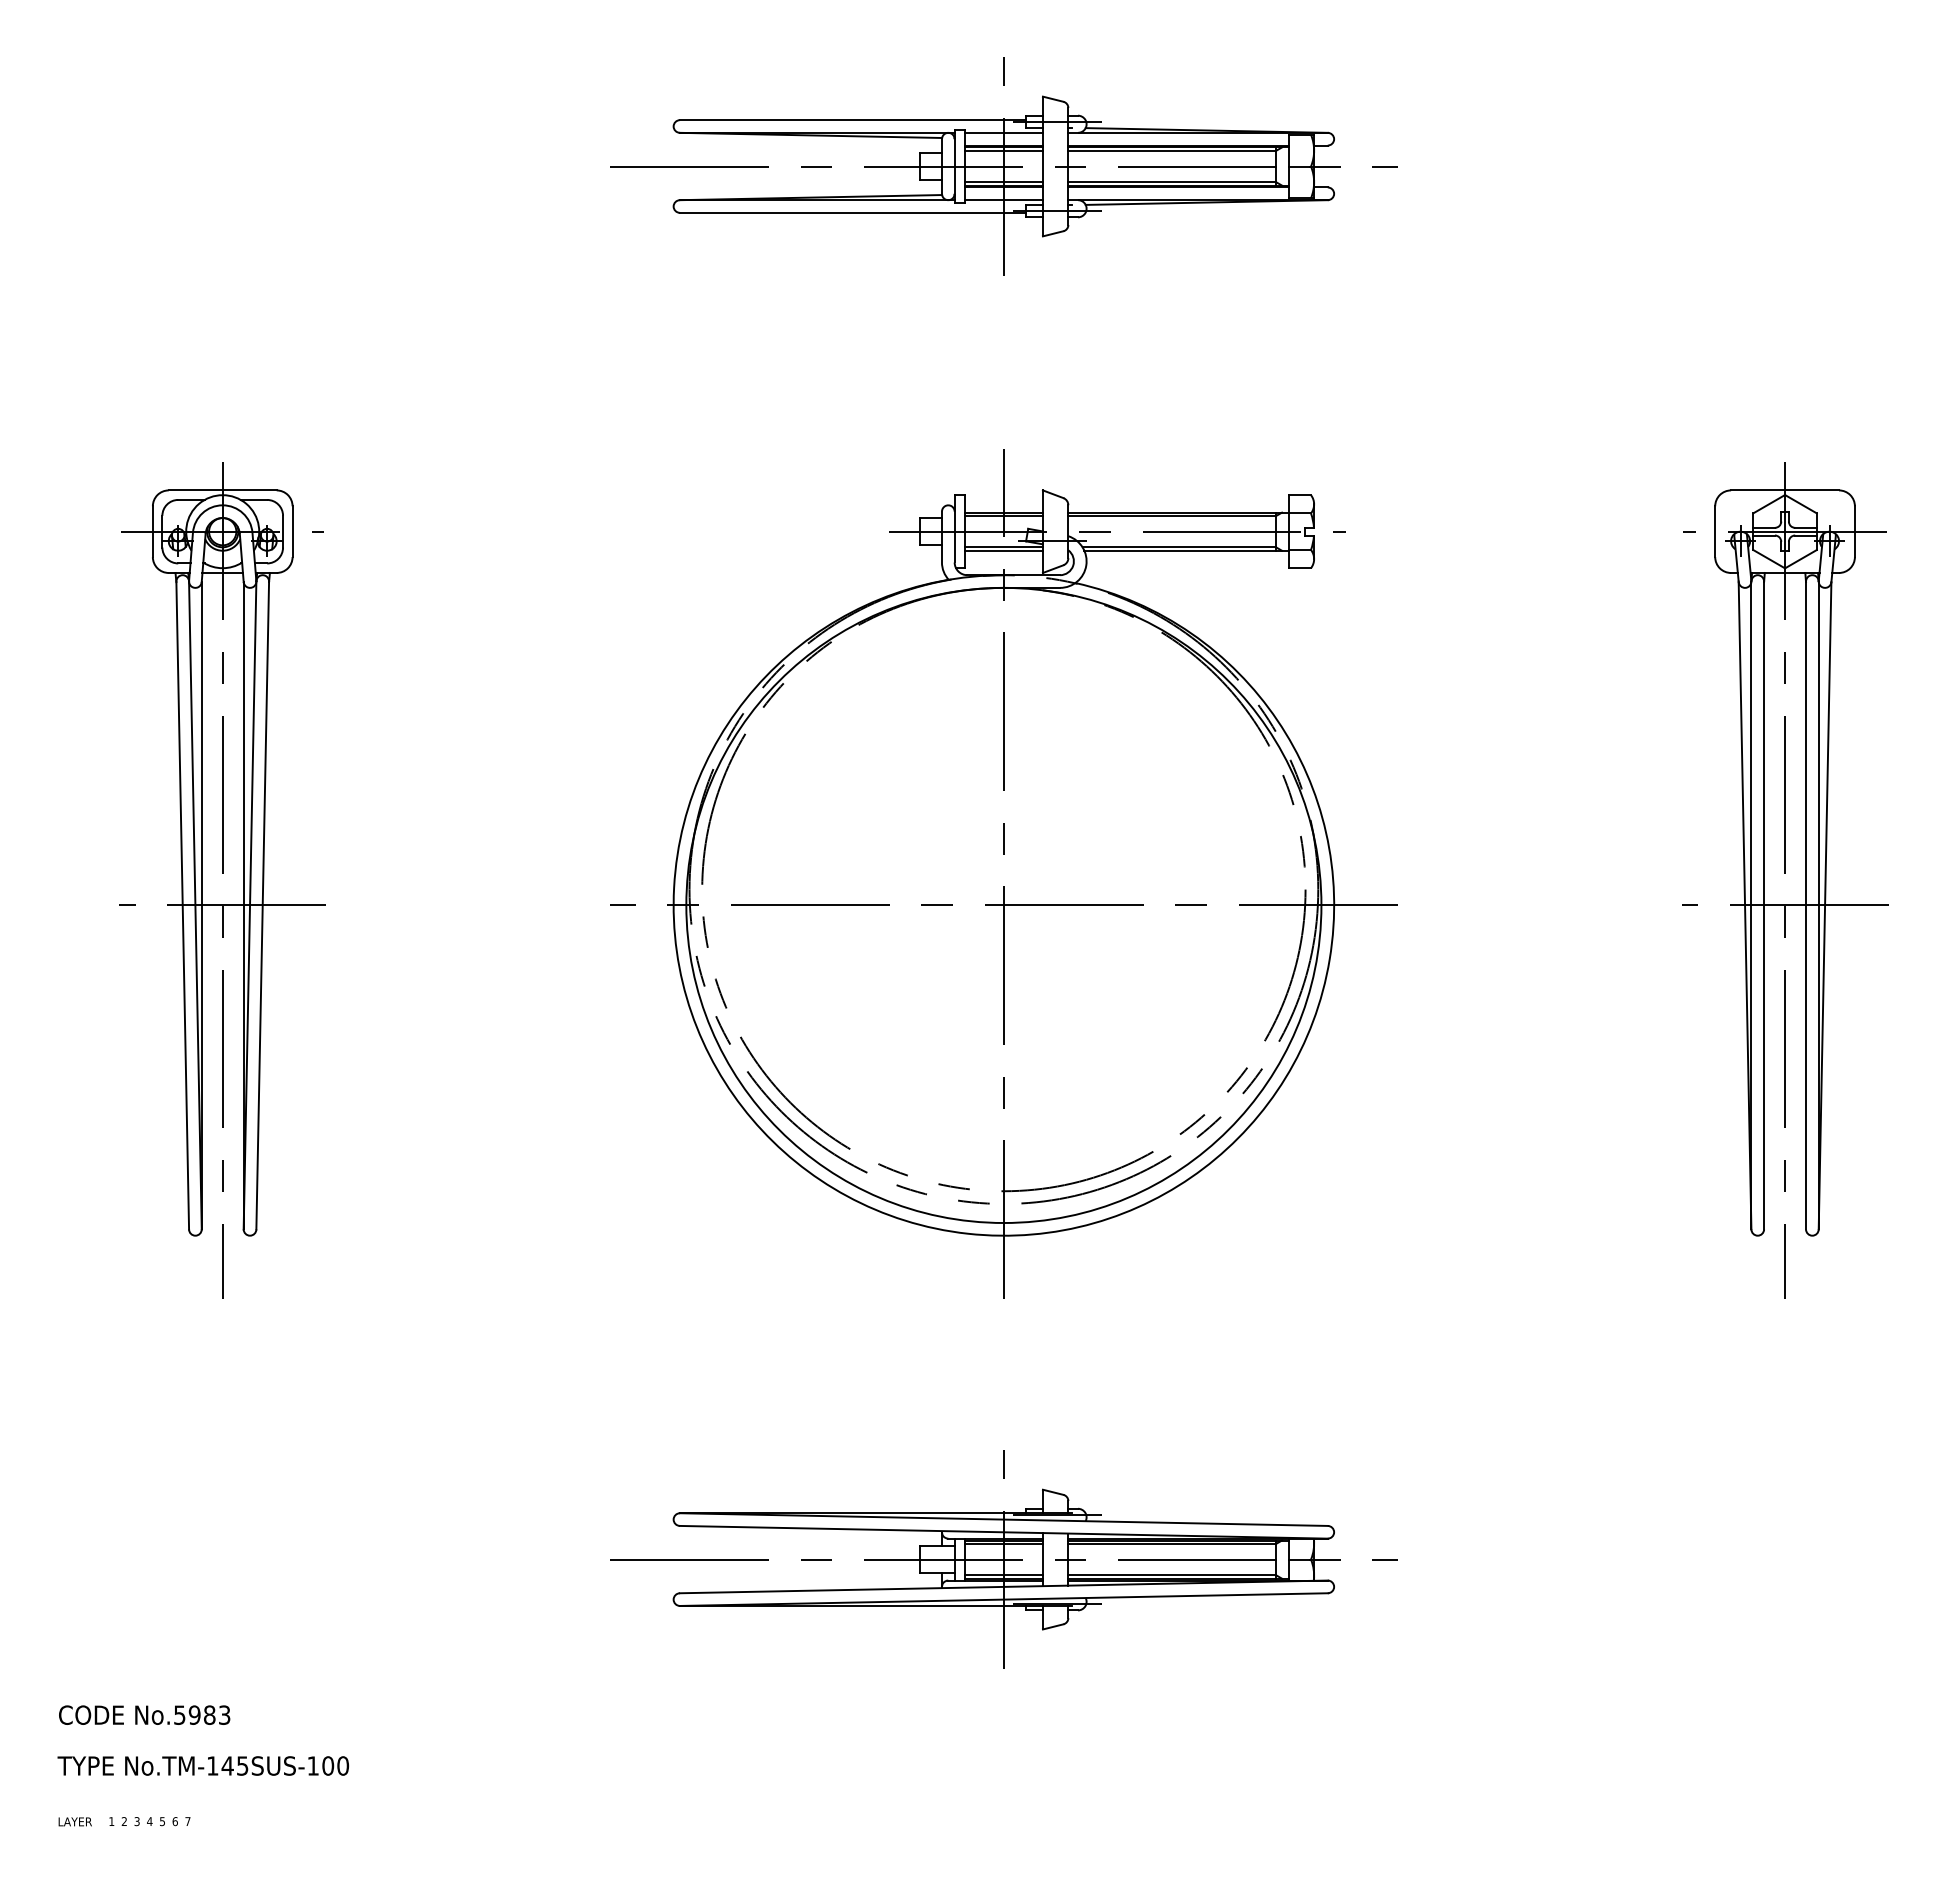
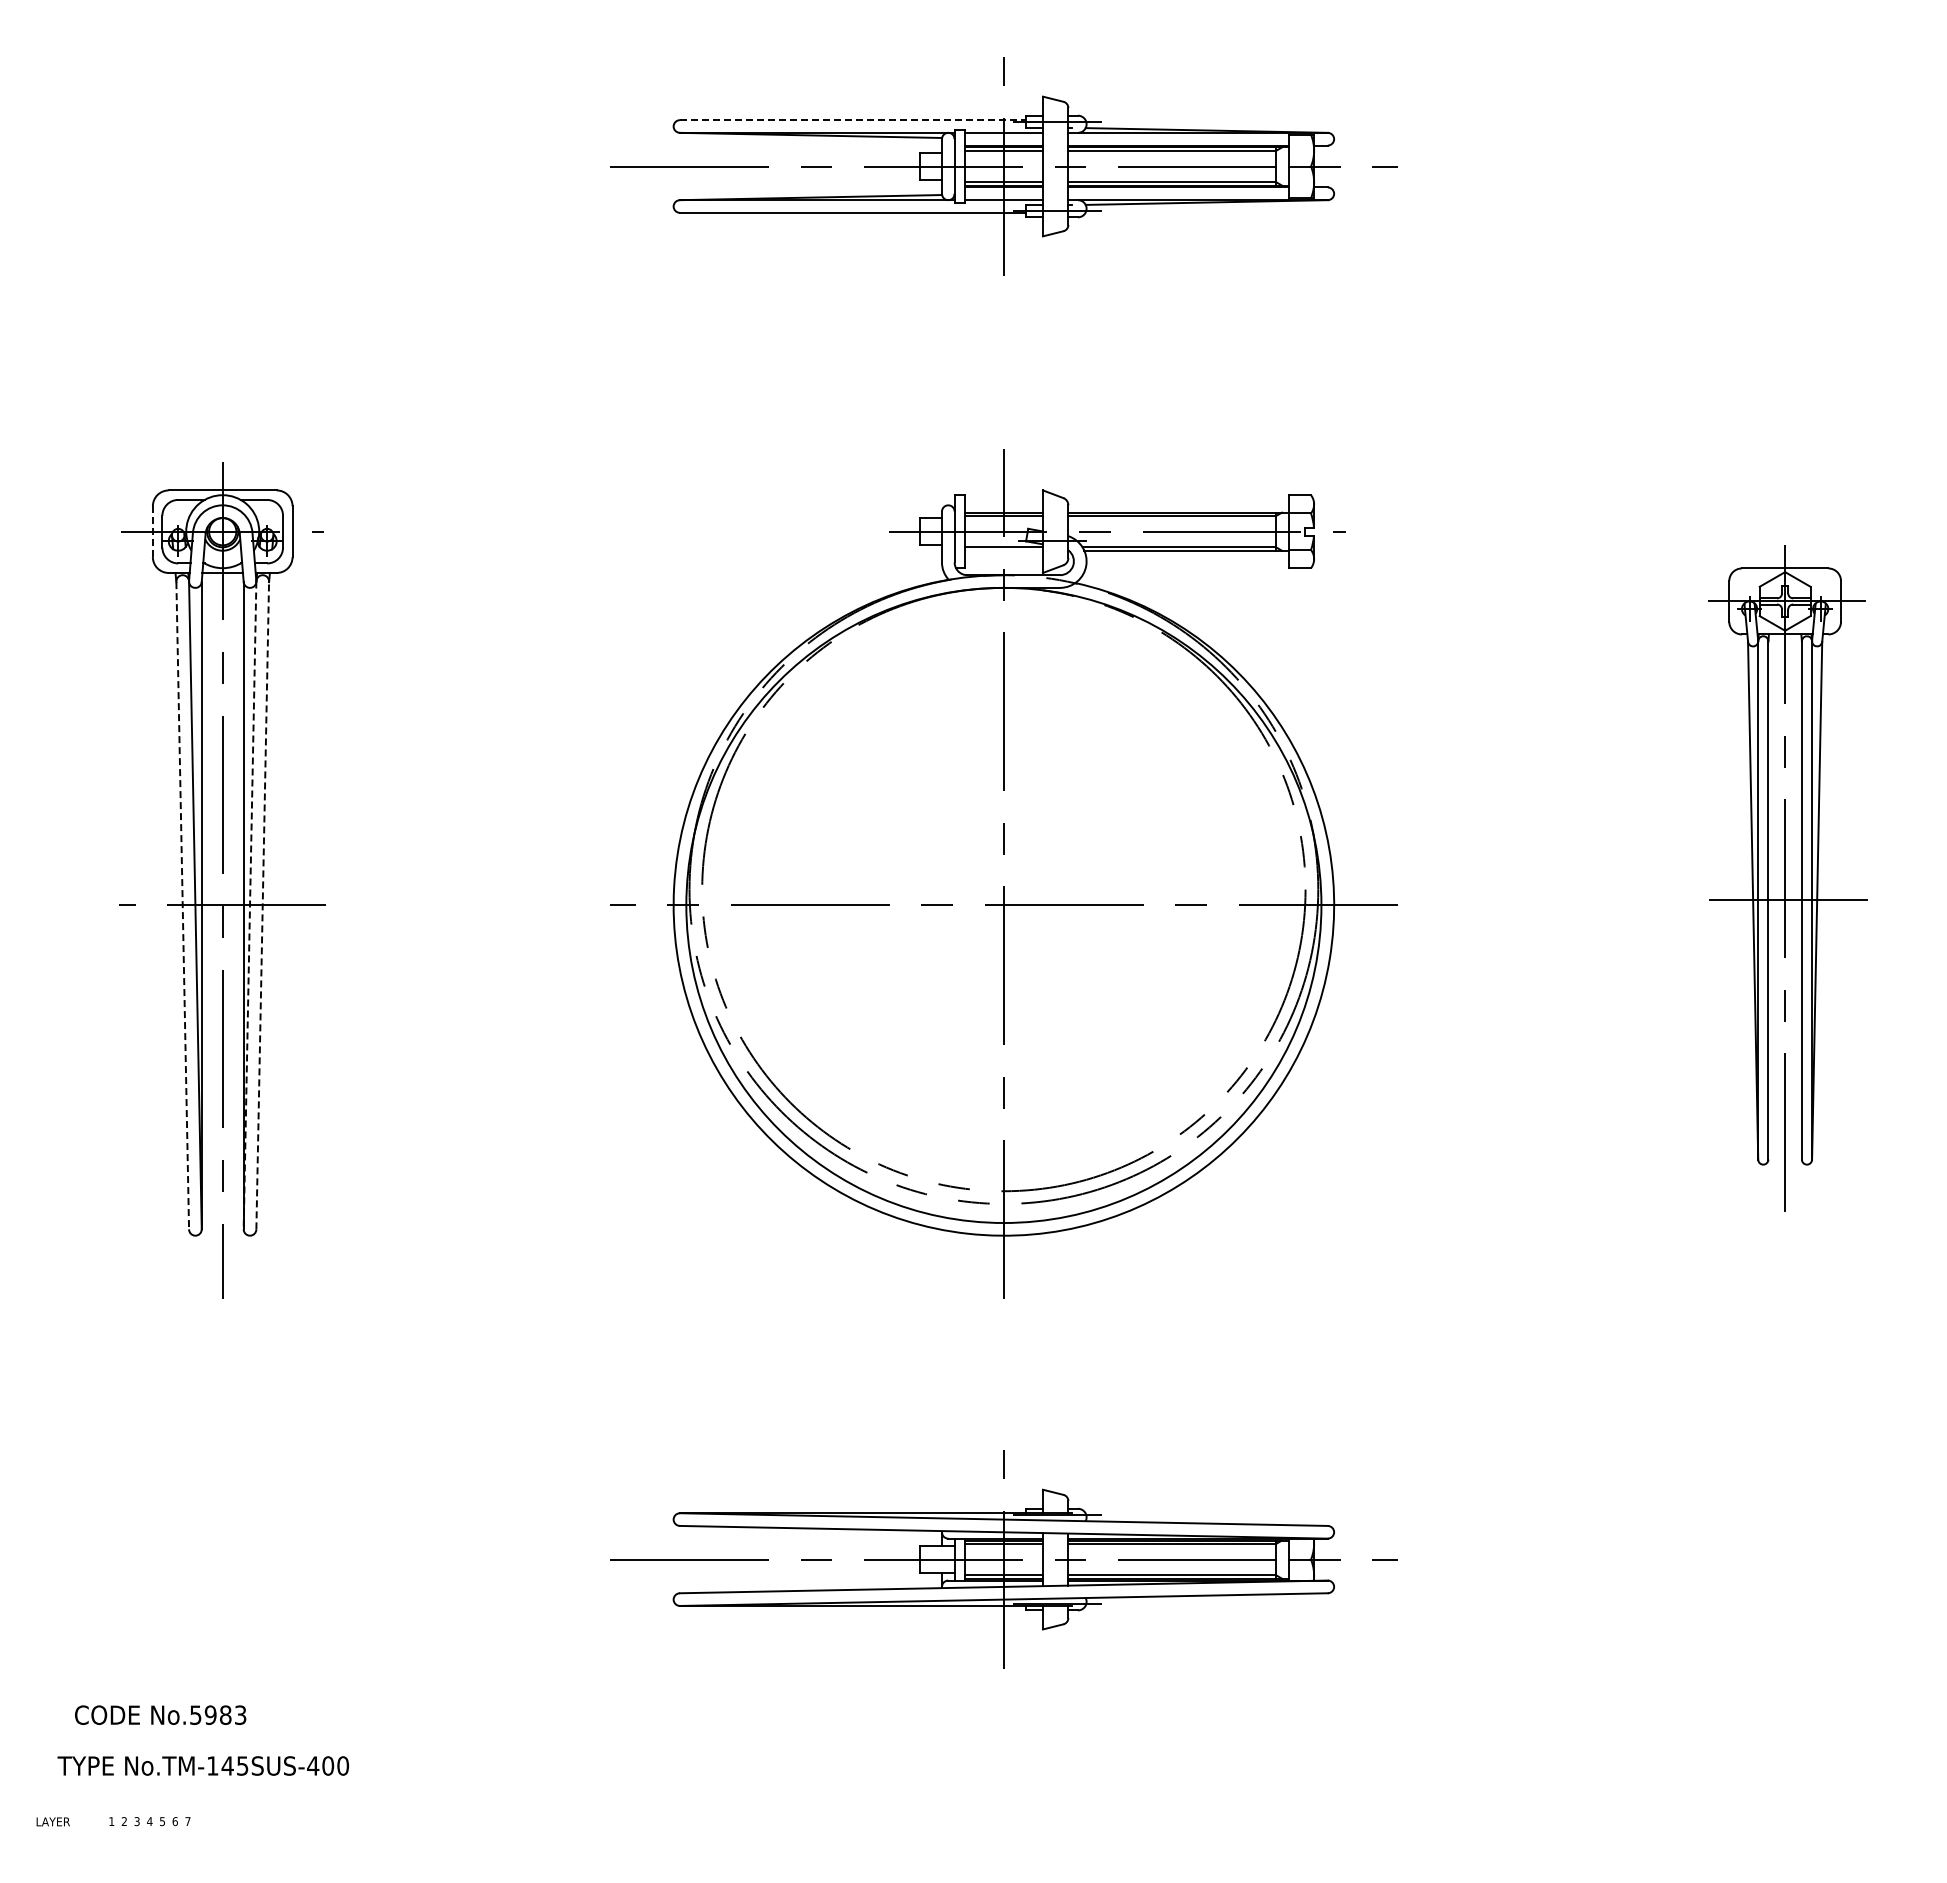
line at (853, 120): solid -> dashed
line at (152, 532): solid -> dashed
line at (1003, 550): present -> none
part at (1785, 880) size: 207x837 px -> 160x667 px
line at (182, 905): solid -> dashed
line at (250, 905): solid -> dashed
line at (262, 905): solid -> dashed
text at (144, 1714) position: (144, 1714) -> (160, 1714)
text at (313, 1765): No.TM-145SUS-100 -> No.TM-145SUS-400
text at (74, 1821) position: (74, 1821) -> (52, 1821)
